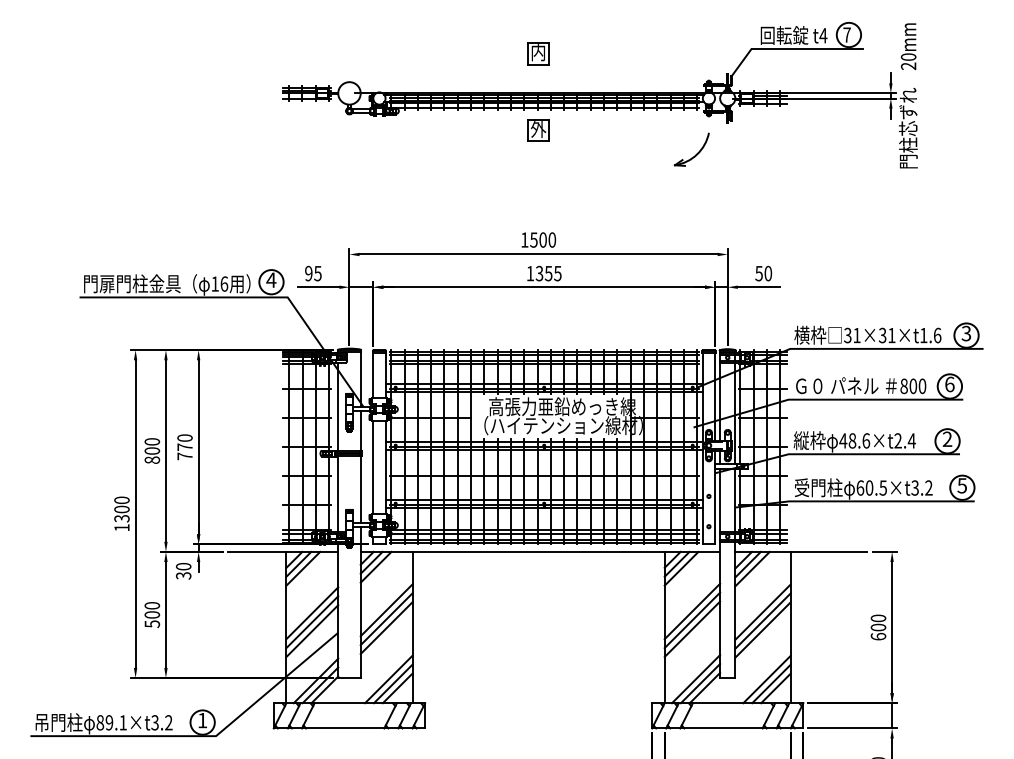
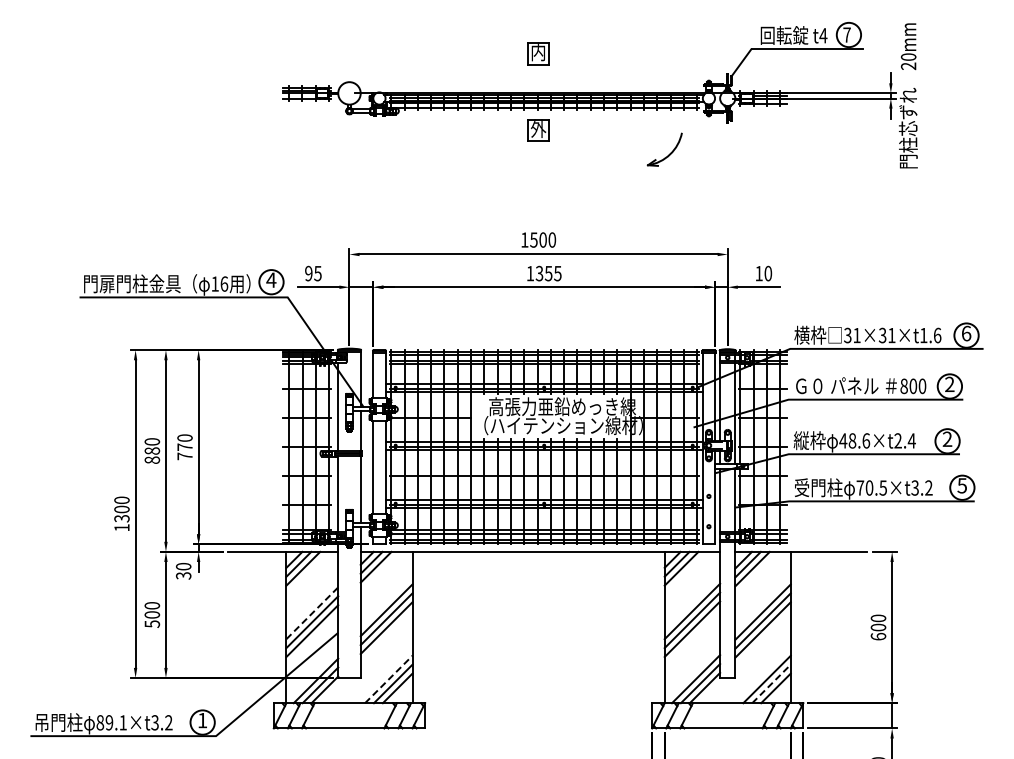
part at (696, 153) position: (696, 153) -> (669, 153)
text at (758, 273): 50 -> 10
text at (966, 333): 3 -> 6
text at (949, 384): 6 -> 2
text at (152, 450): 800 -> 880
text at (860, 487): 60.5×t3.2 -> 70.5×t3.2
line at (312, 613): solid -> dashed
line at (388, 679): solid -> dashed
line at (771, 683): solid -> dashed
